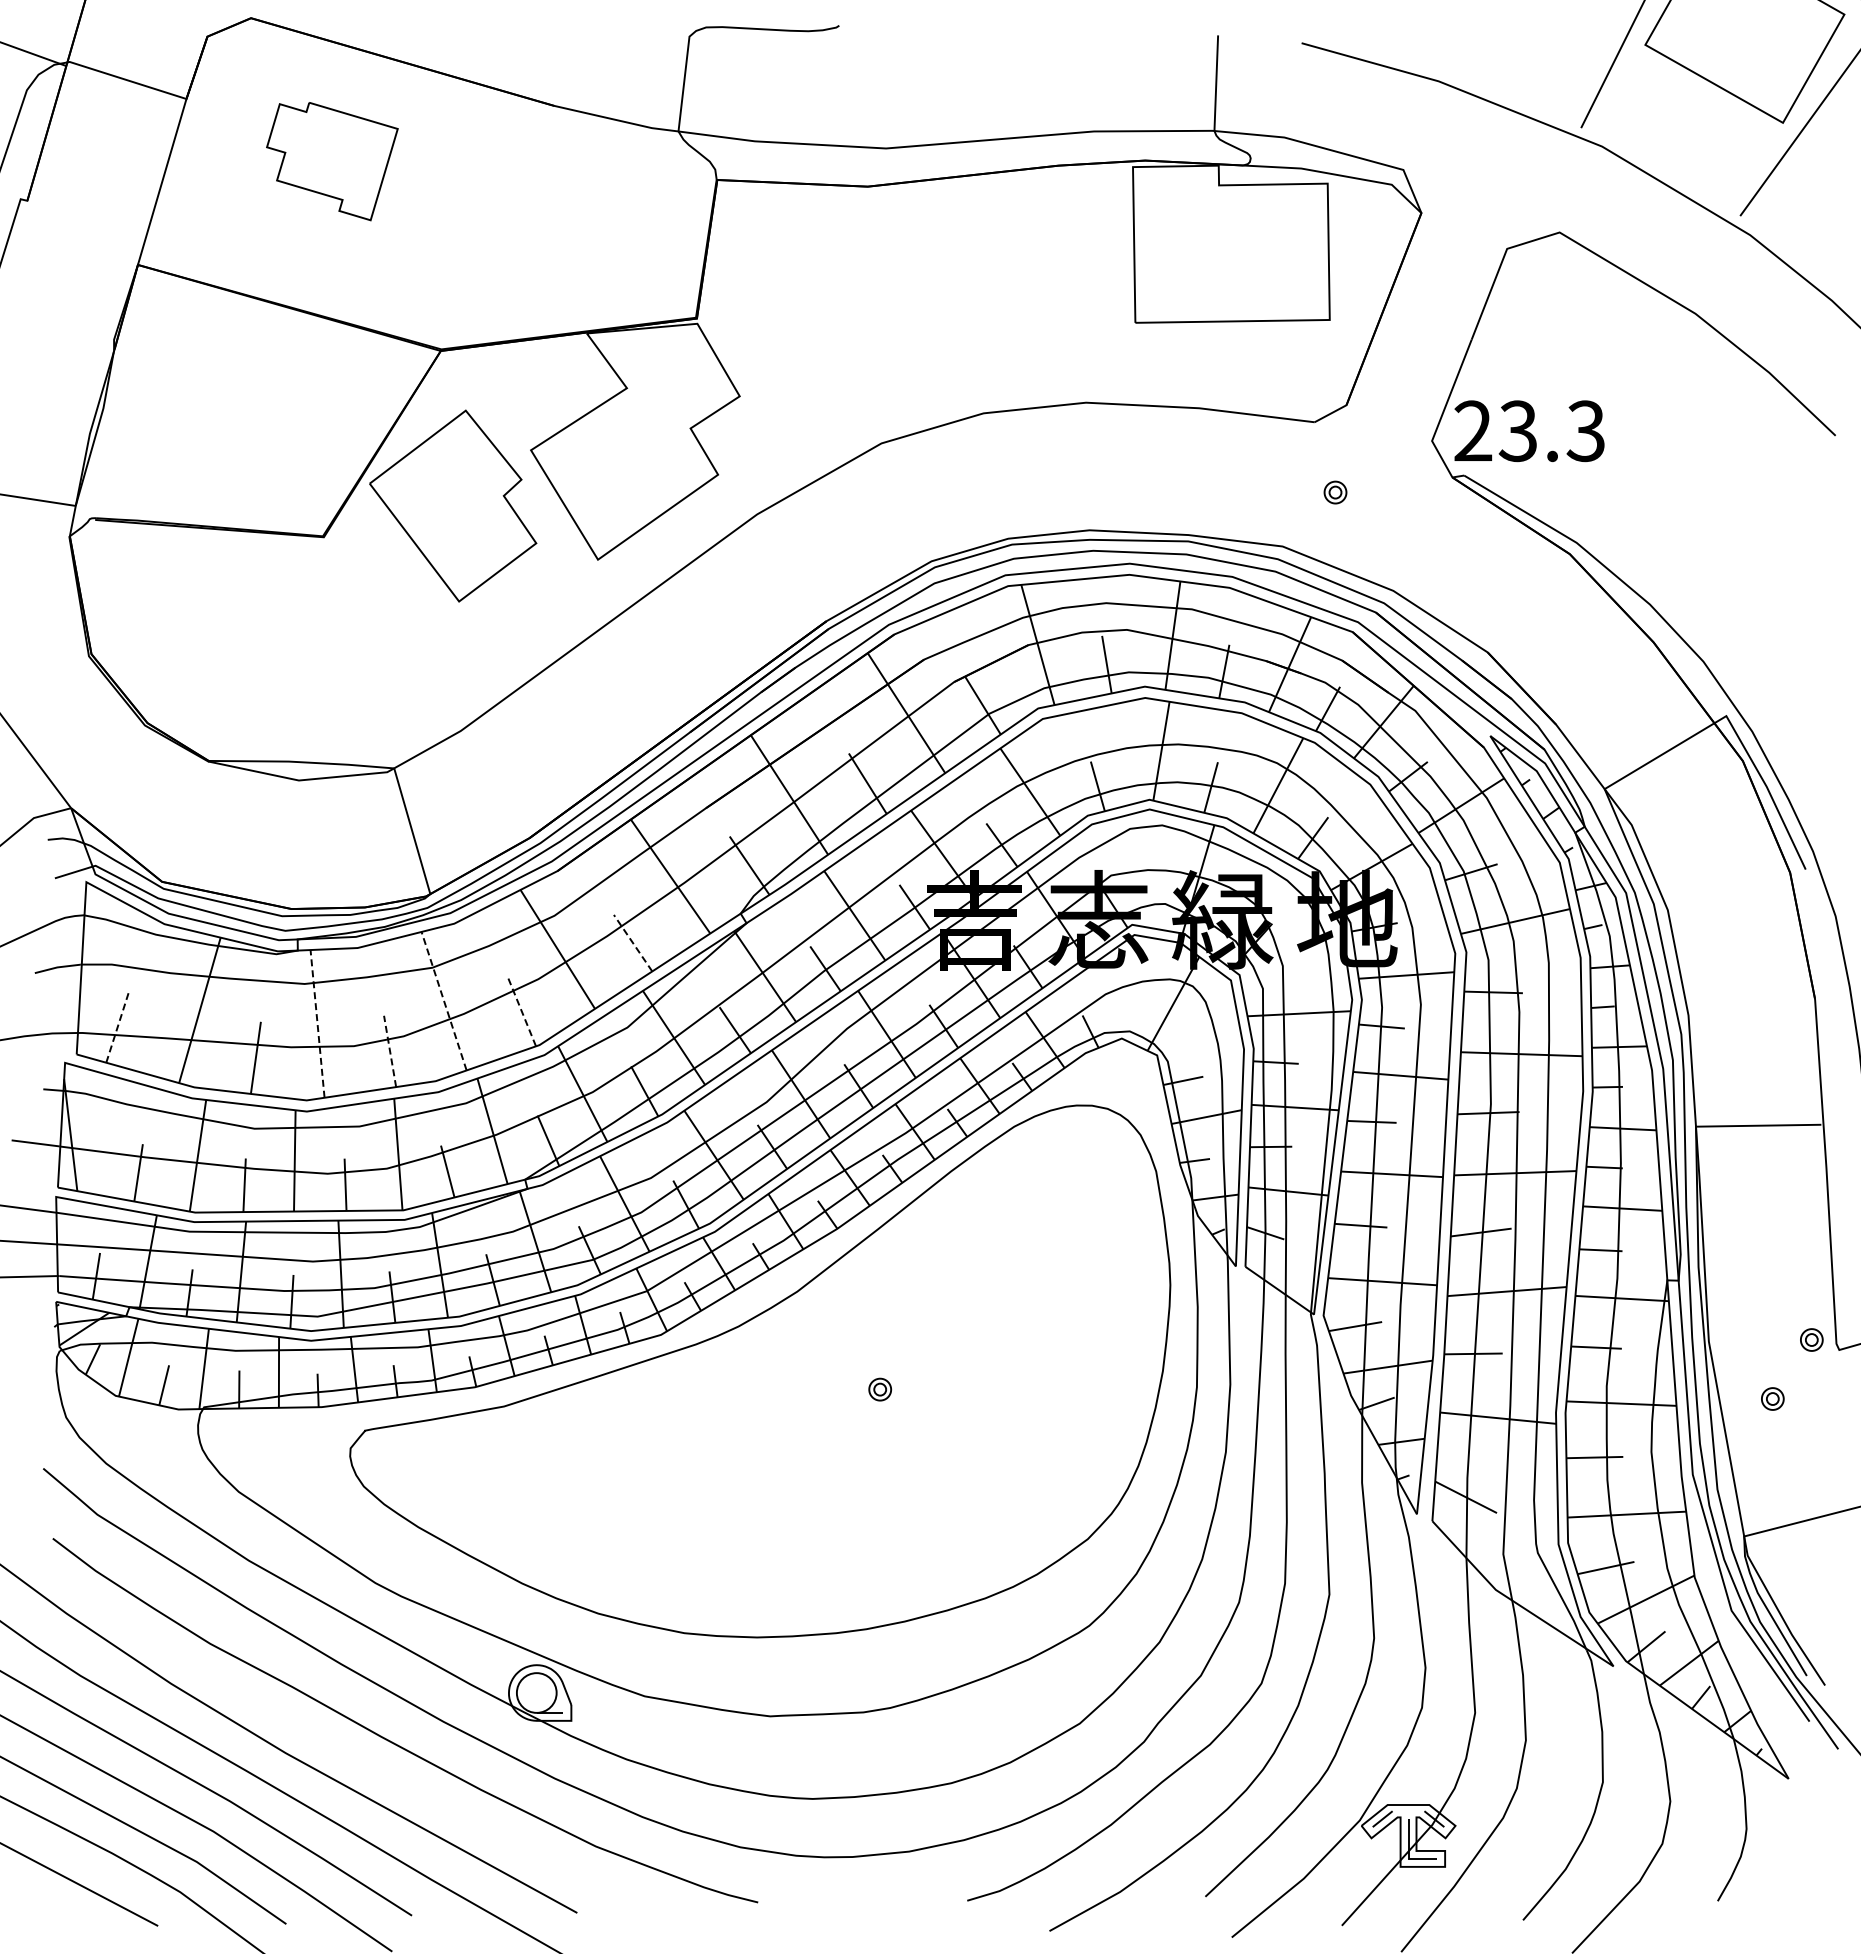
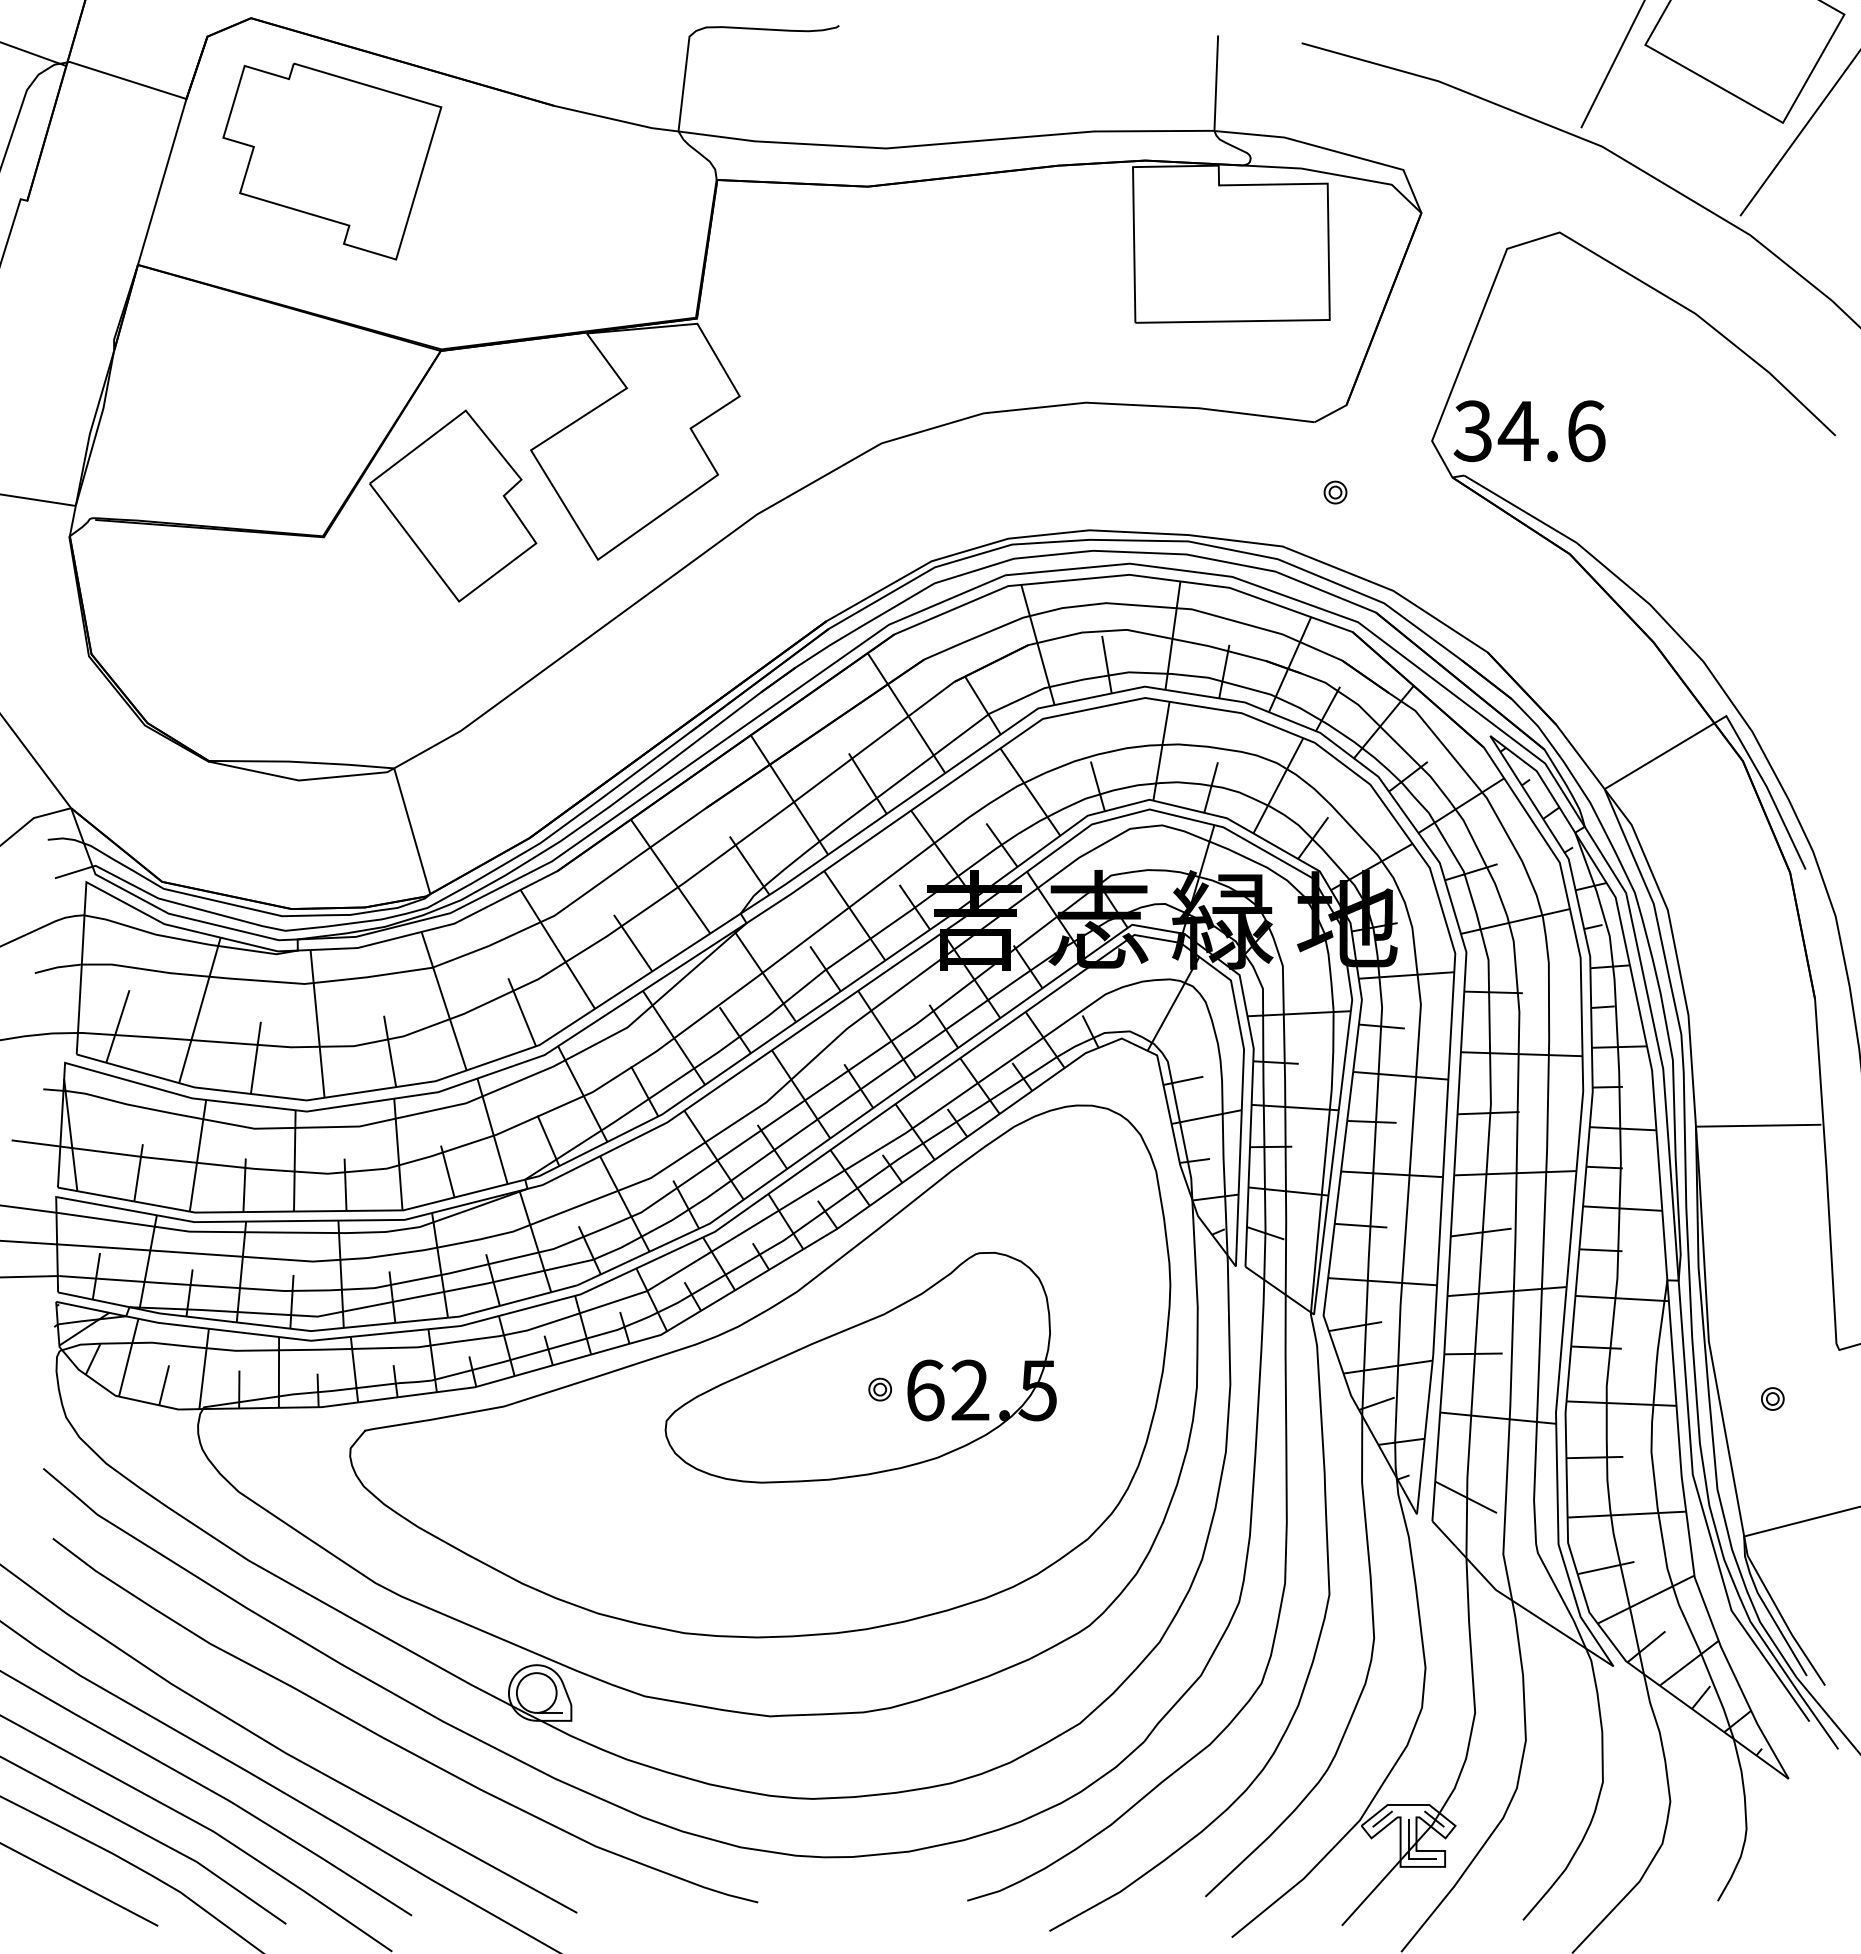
part at (332, 161) size: 133x120 px -> 221x199 px
text at (1529, 431): 23.3 -> 34.6
line at (632, 942): dashed -> solid
line at (444, 1001): dashed -> solid
line at (522, 1012): dashed -> solid
line at (317, 1023): dashed -> solid
line at (118, 1025): dashed -> solid
line at (390, 1050): dashed -> solid
part at (1811, 1339): present -> none
part at (860, 1367): none -> present
